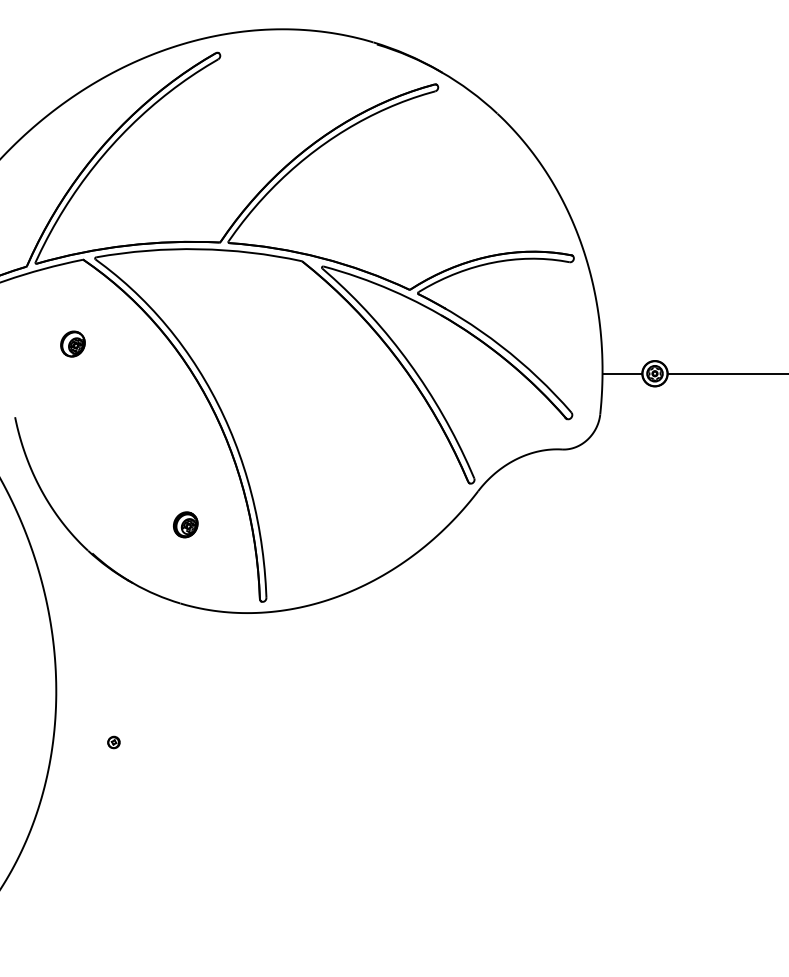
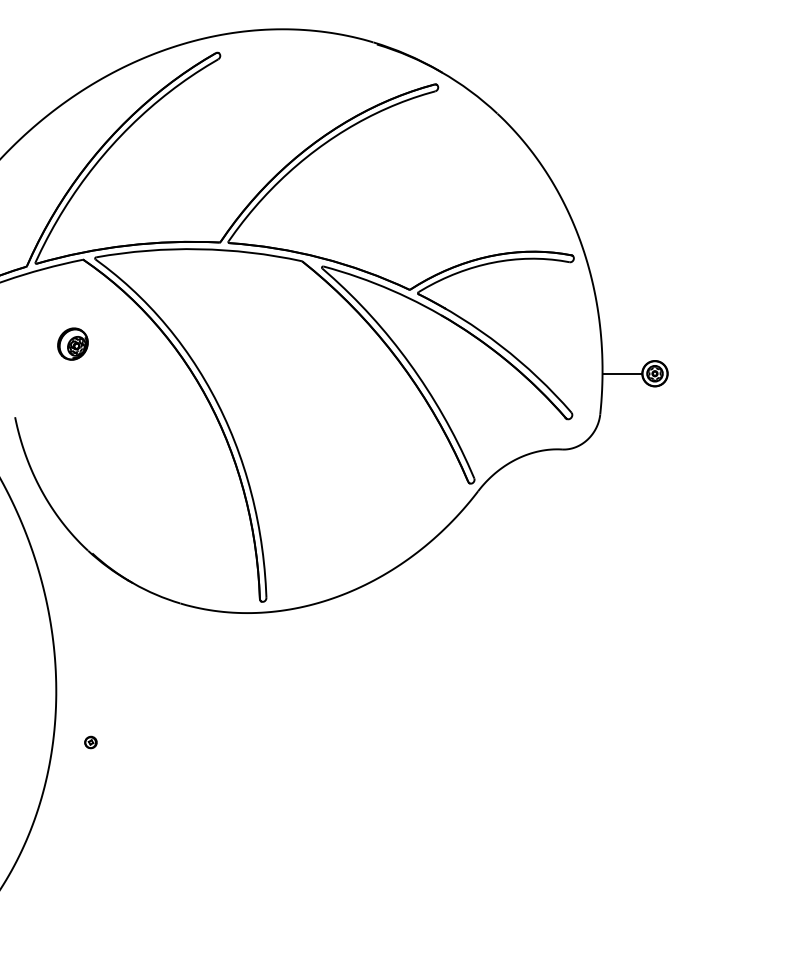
part at (72, 343) size: 26x28 px -> 32x34 px
line at (726, 374): present -> none
part at (185, 524): present -> none
part at (113, 742) position: (113, 742) -> (90, 742)
